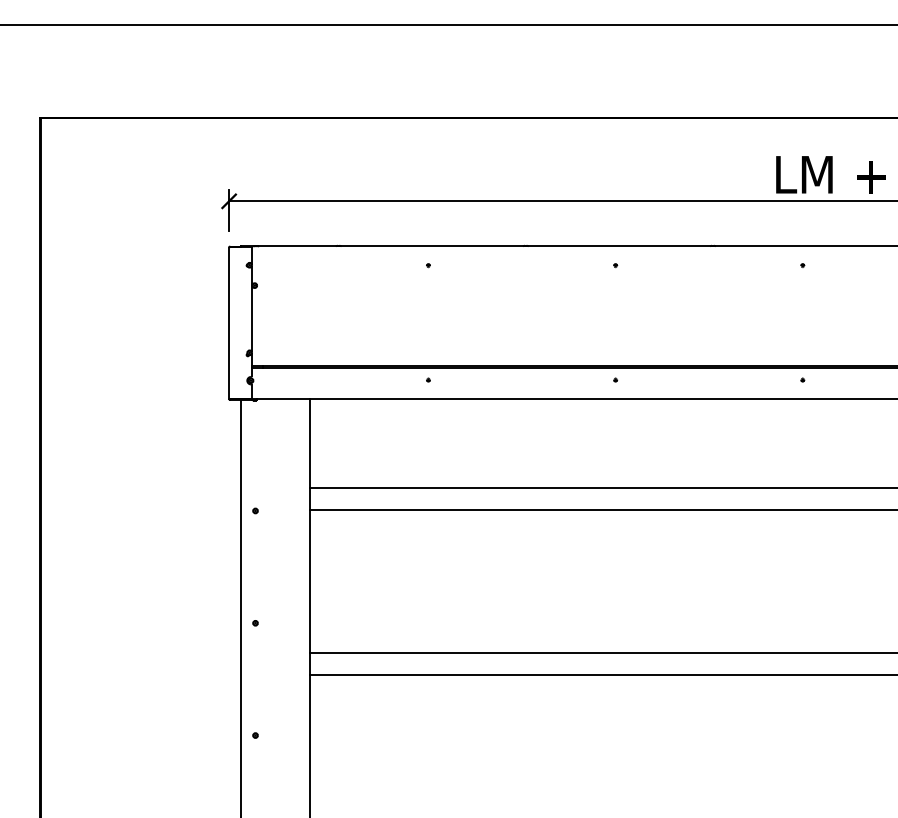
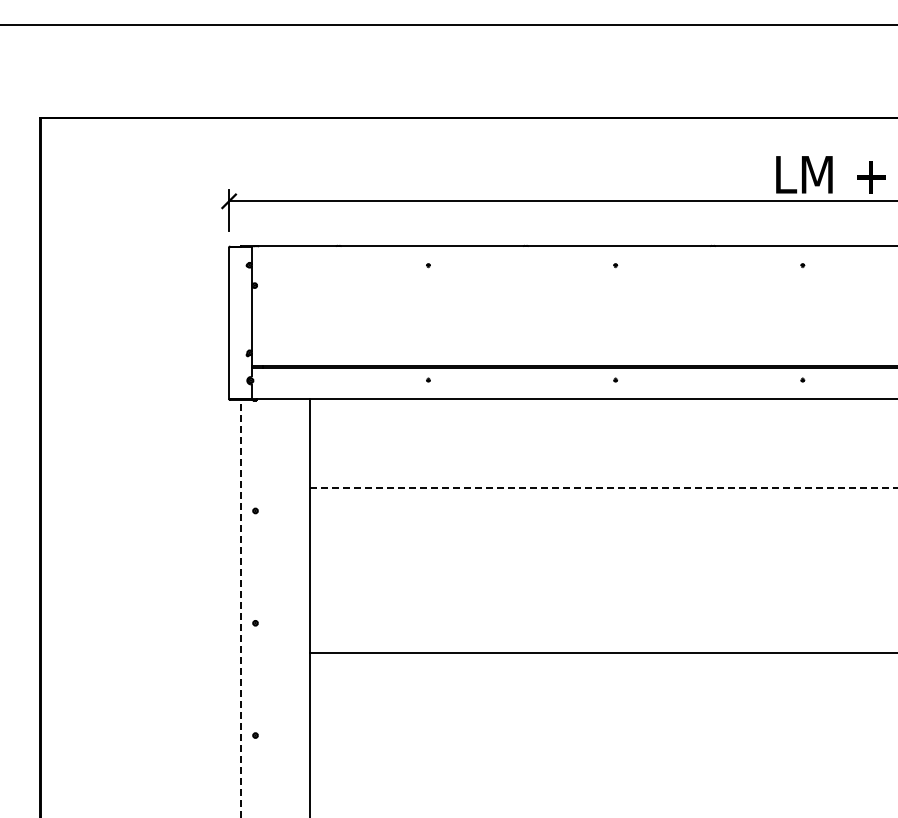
line at (603, 487): solid -> dashed
line at (601, 510): present -> none
line at (241, 608): solid -> dashed
line at (601, 675): present -> none
